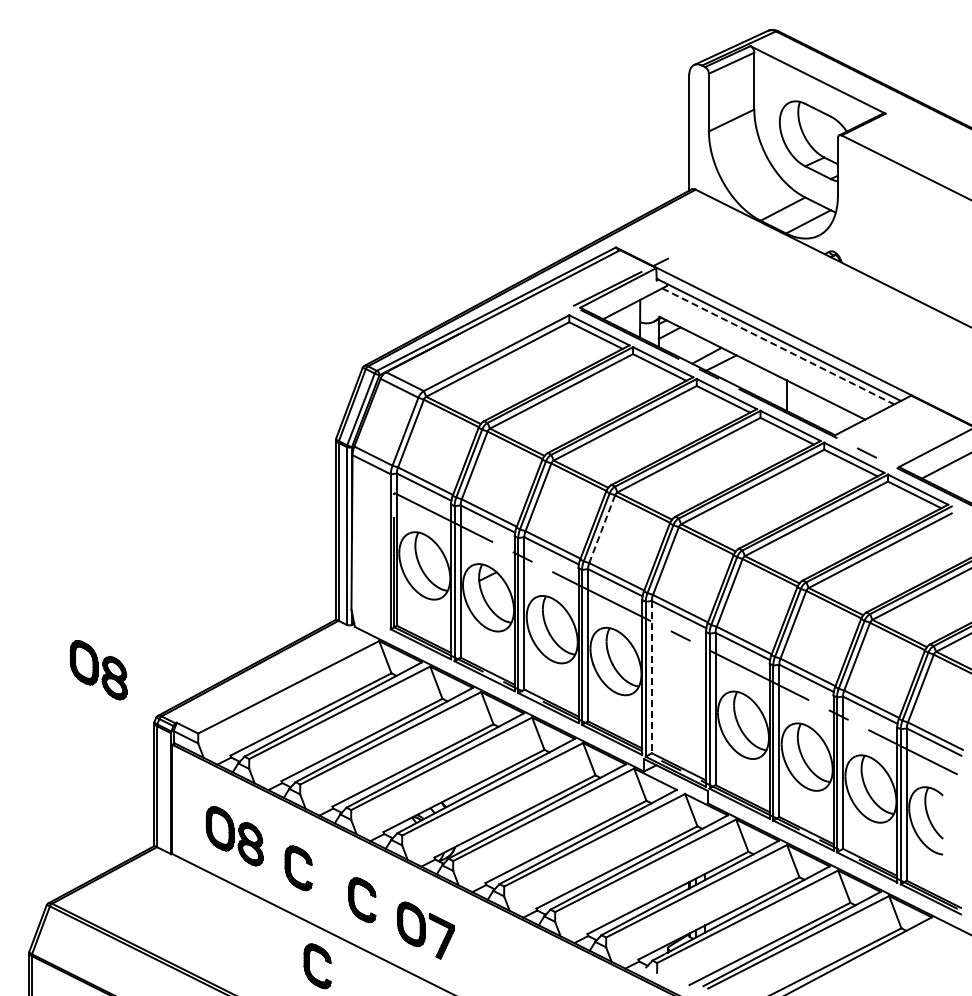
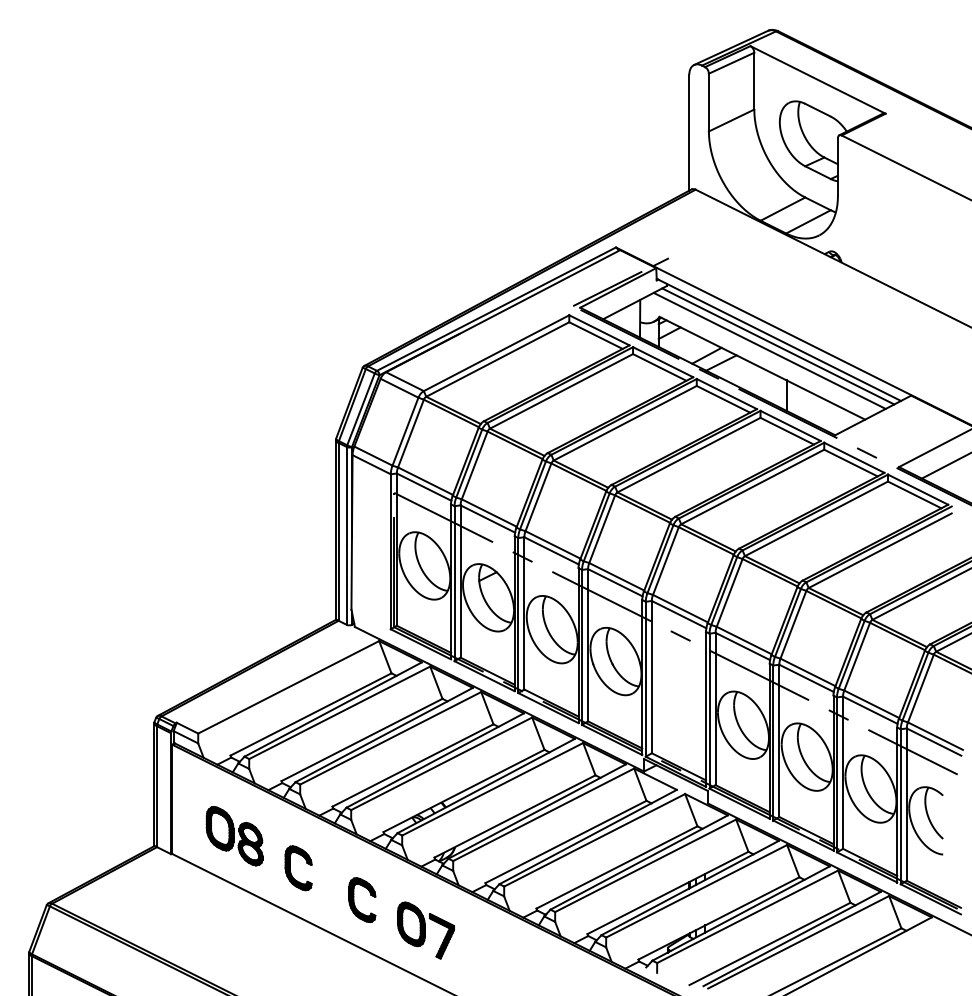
line at (778, 346): dashed -> solid
line at (769, 350): none -> present
line at (602, 529): dashed -> solid
part at (98, 670): present -> none
line at (651, 677): dashed -> solid
part at (309, 966): present -> none
